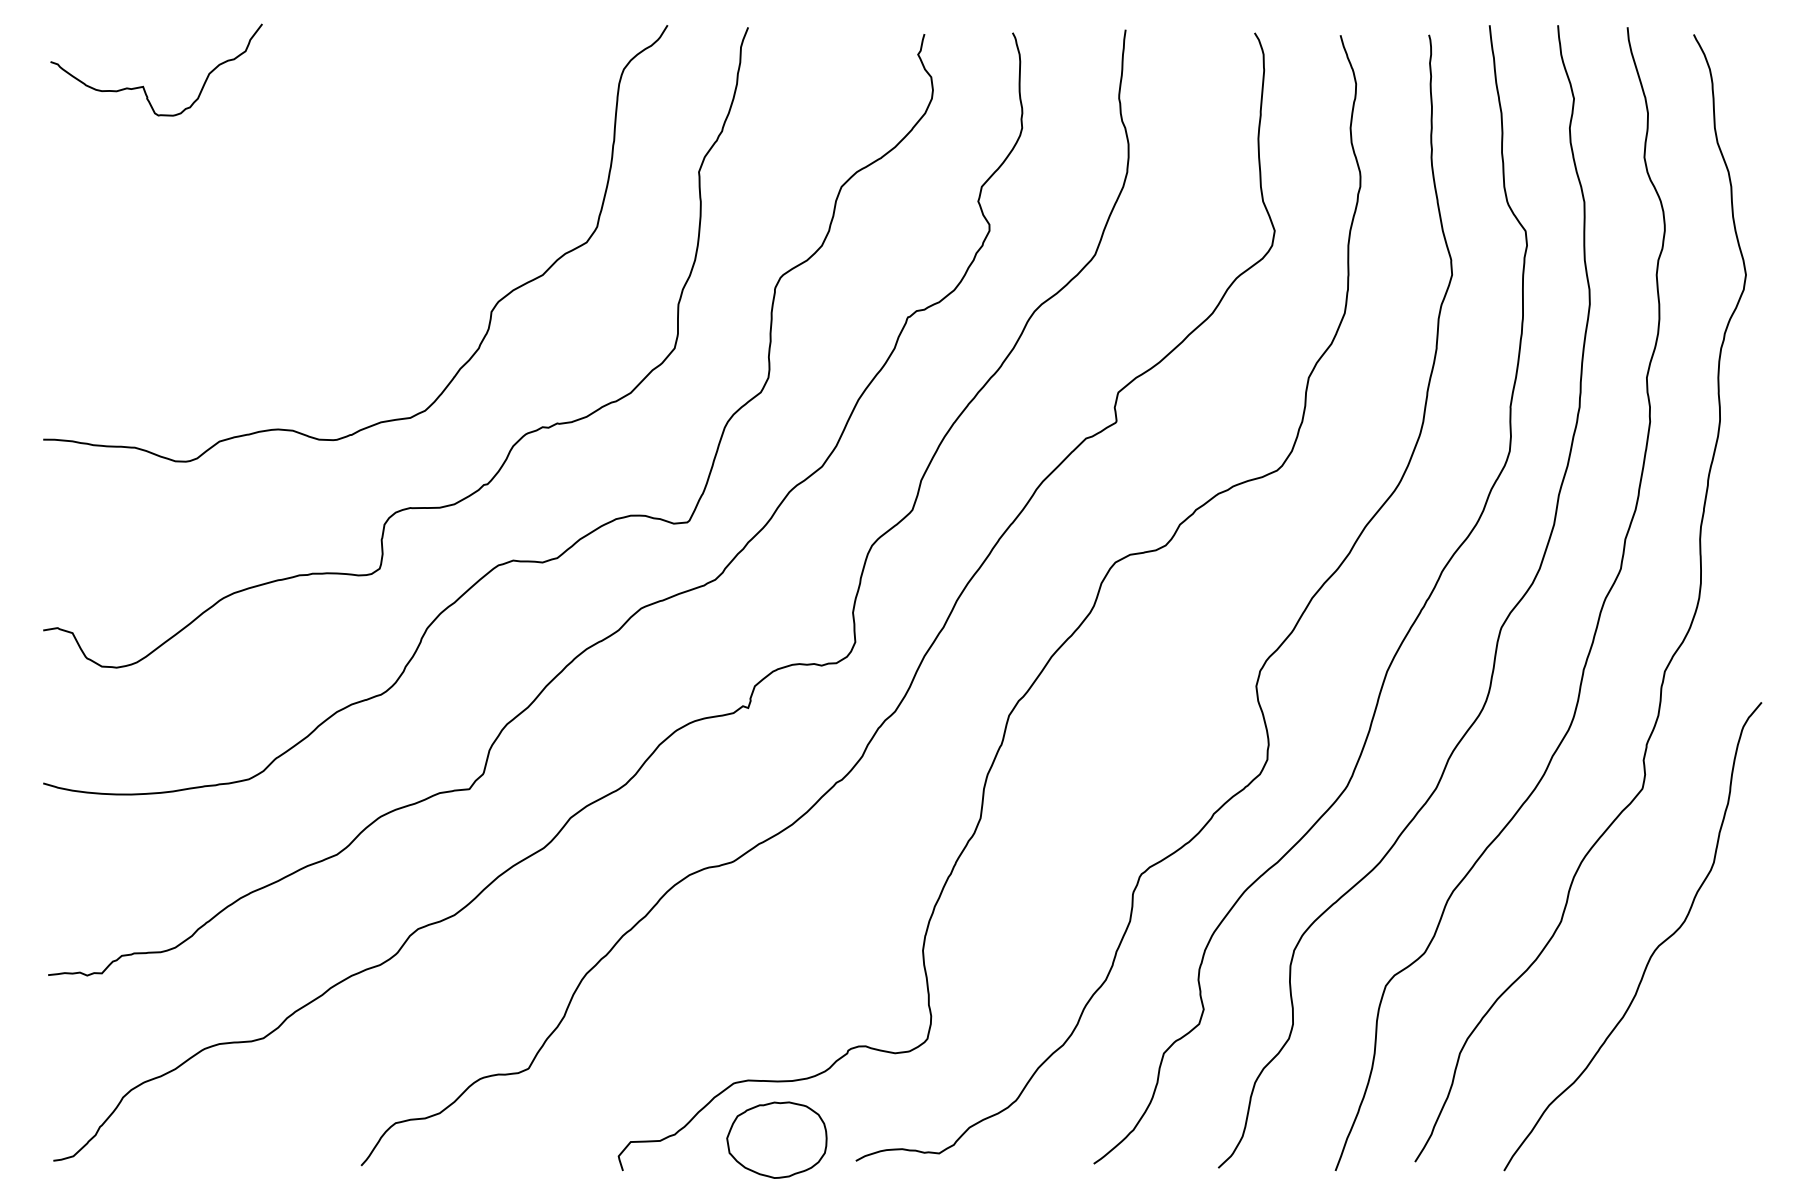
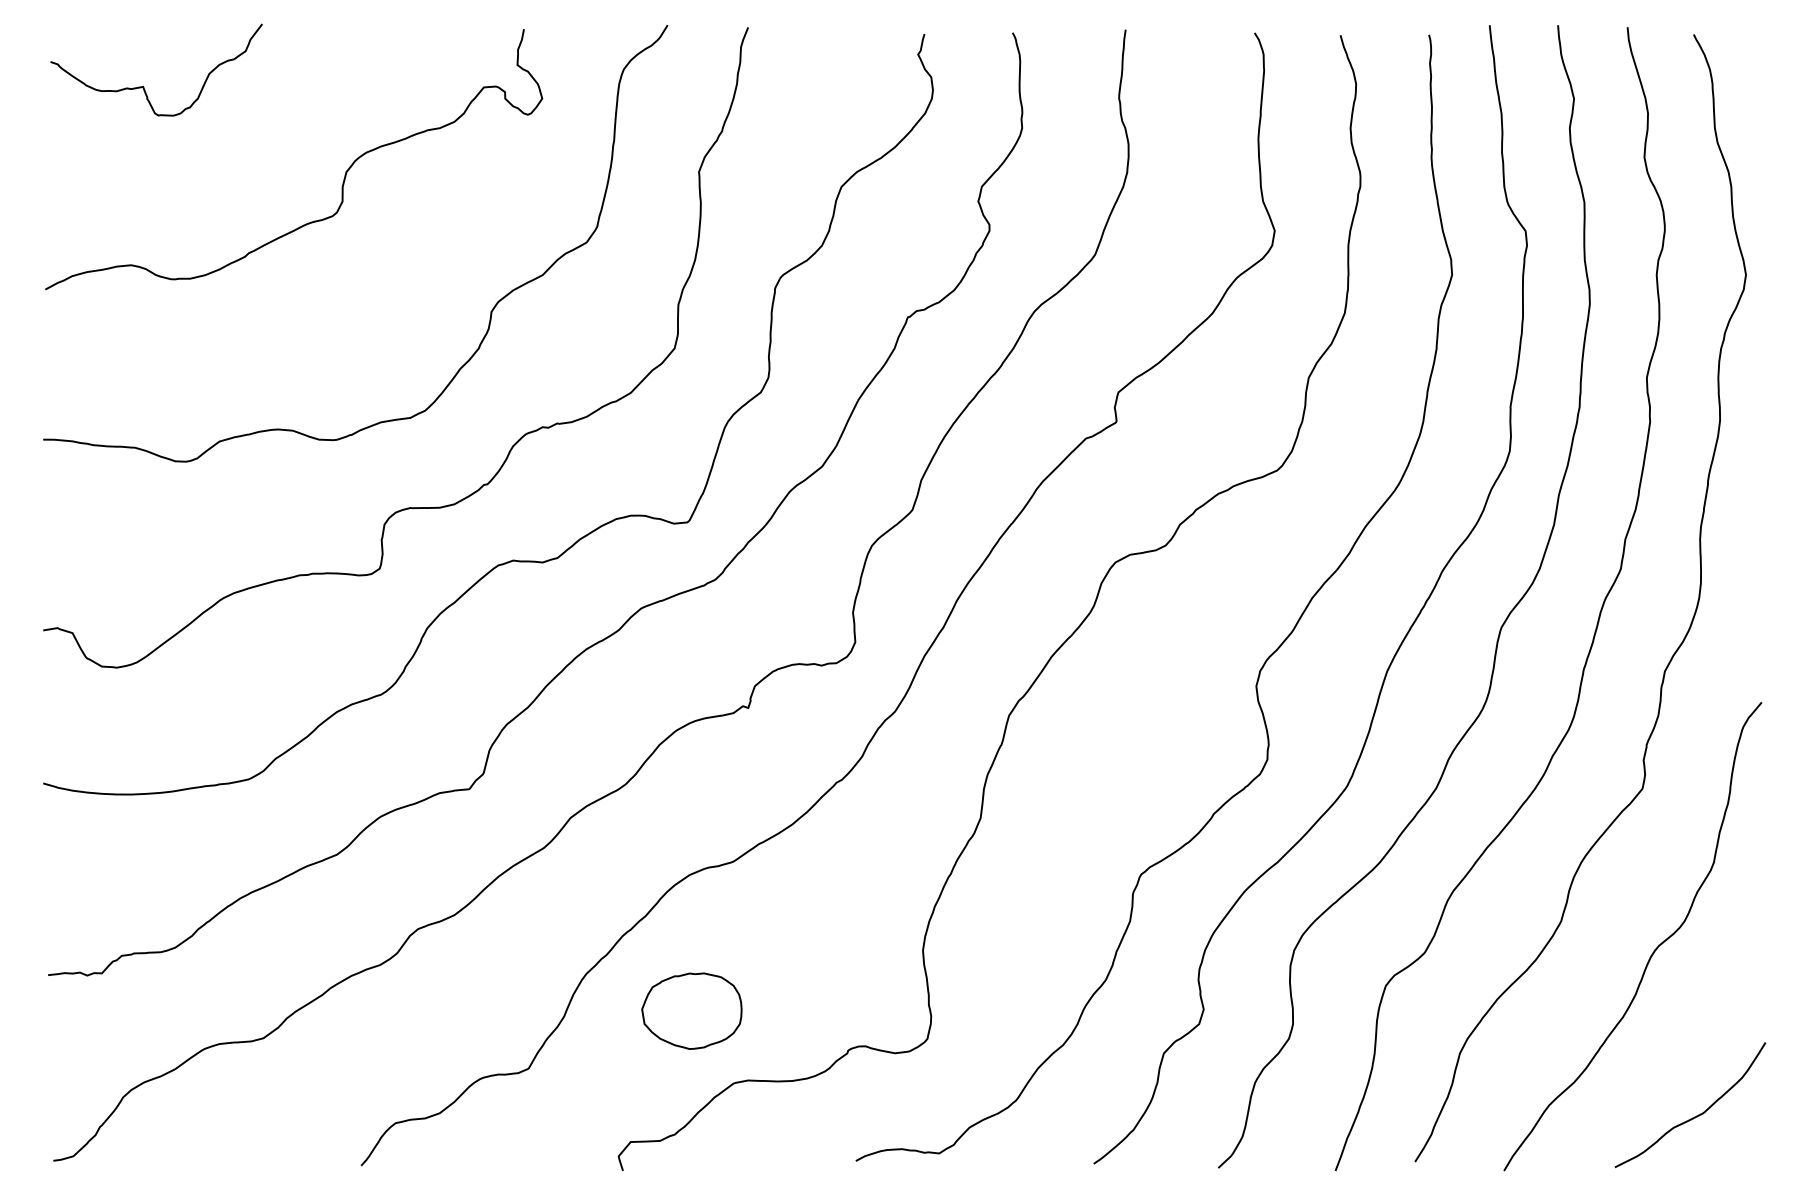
curve at (344, 174): none -> present
curve at (1696, 1115): none -> present
part at (776, 1139) position: (776, 1139) -> (691, 1010)
